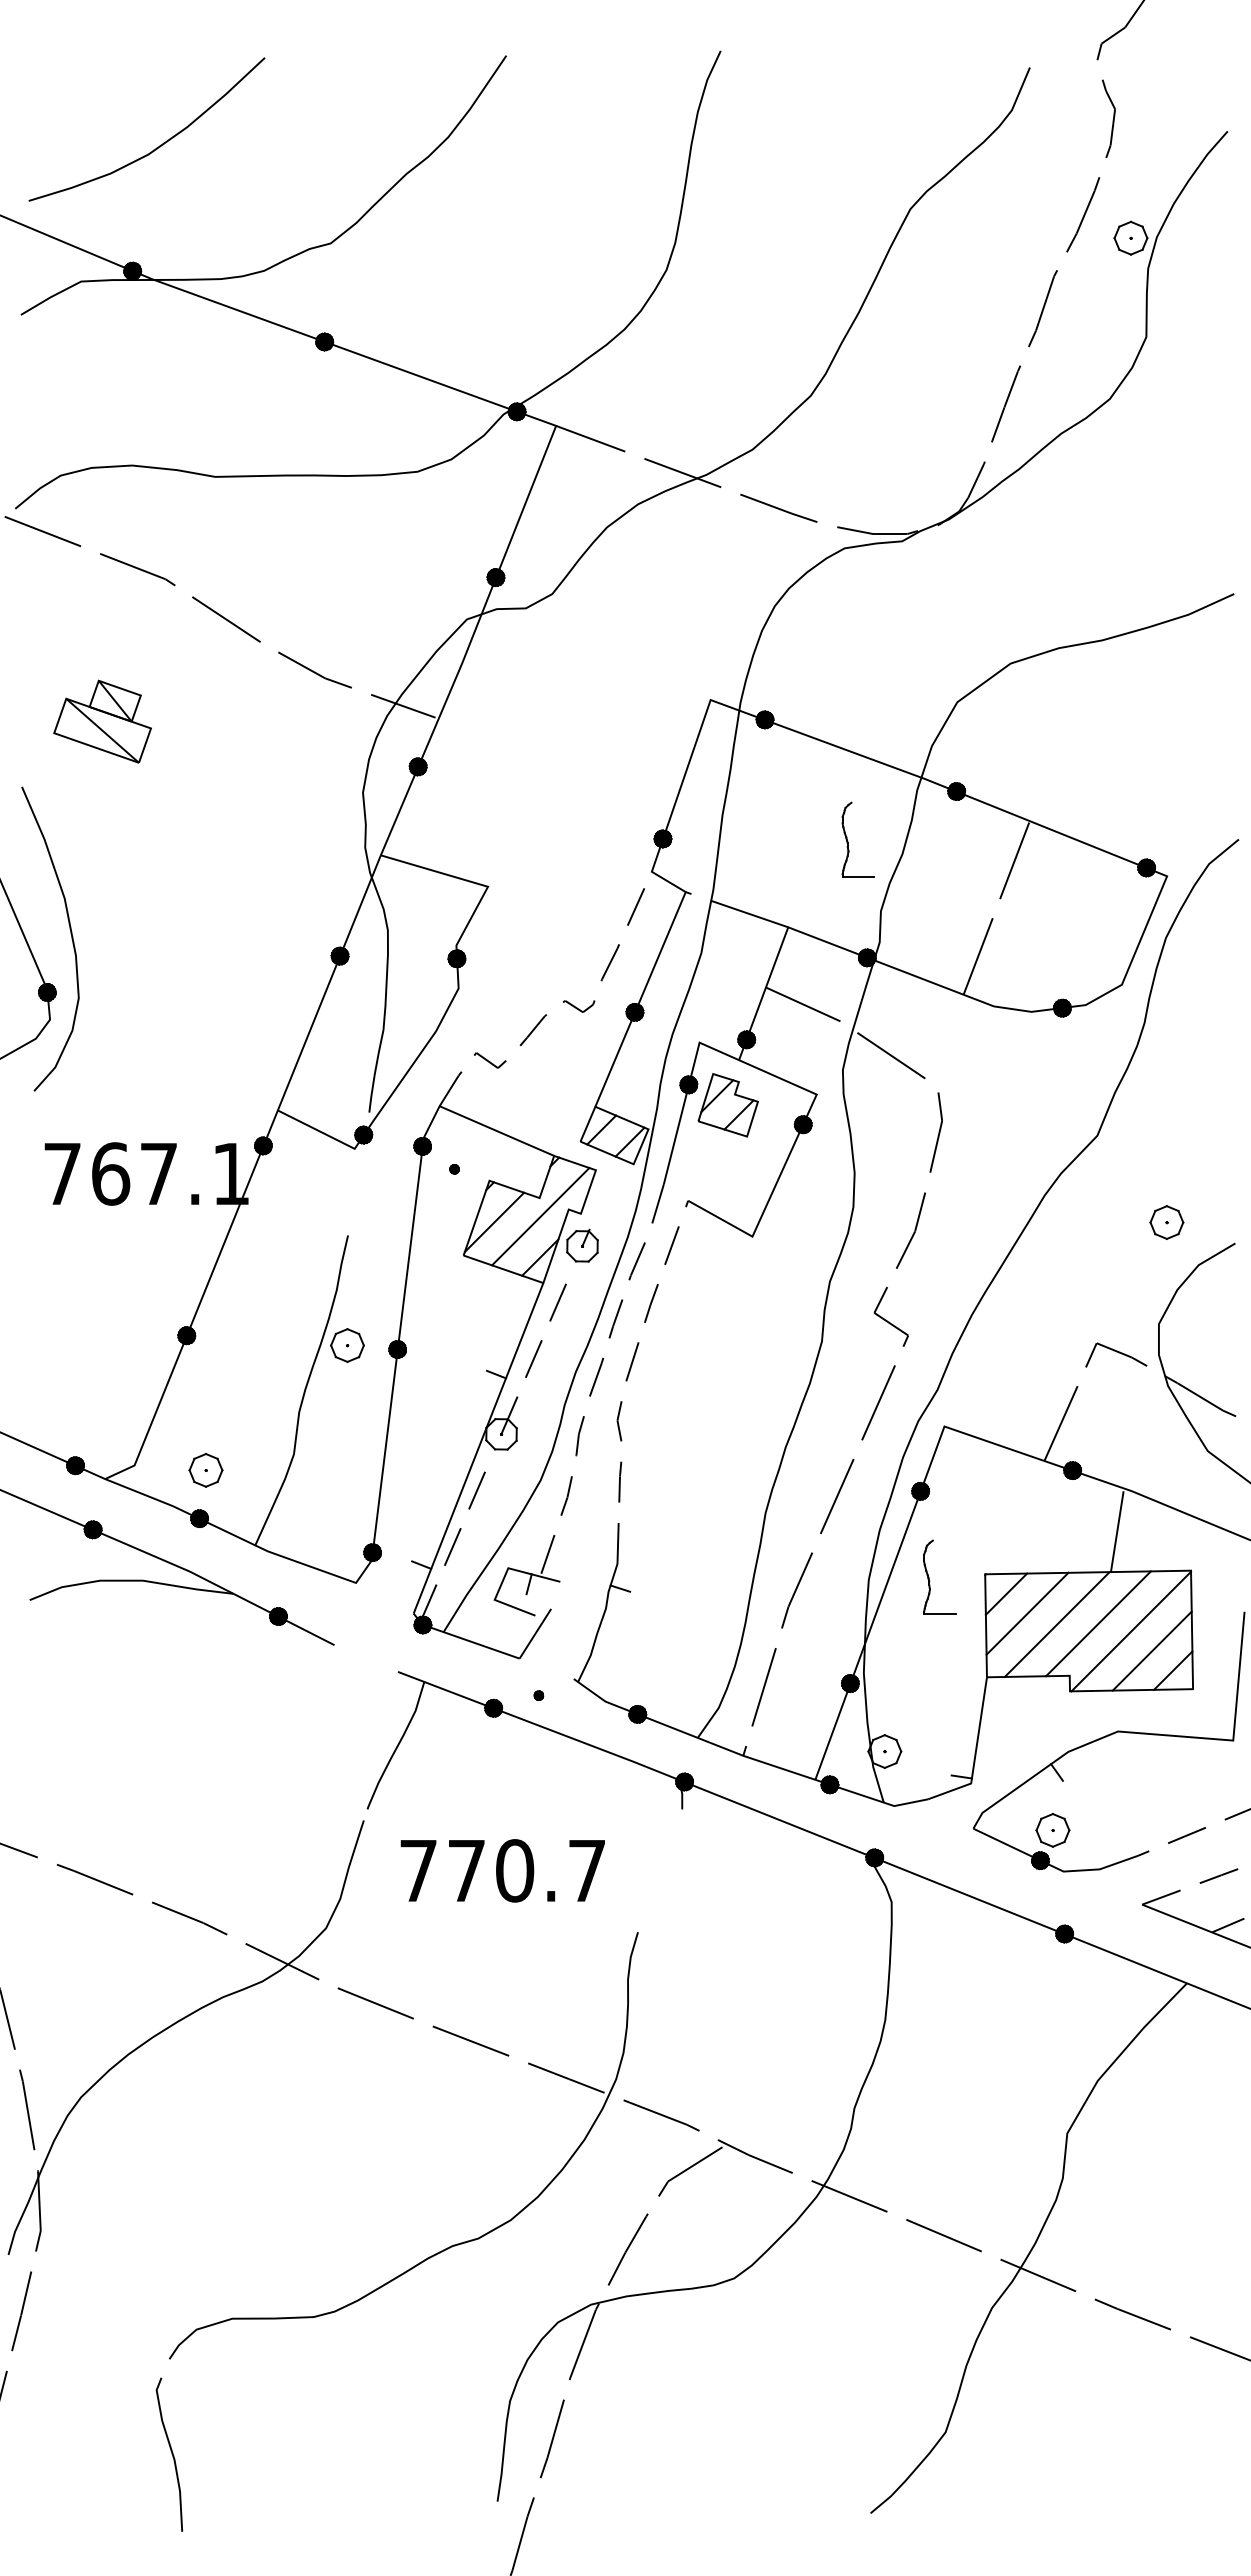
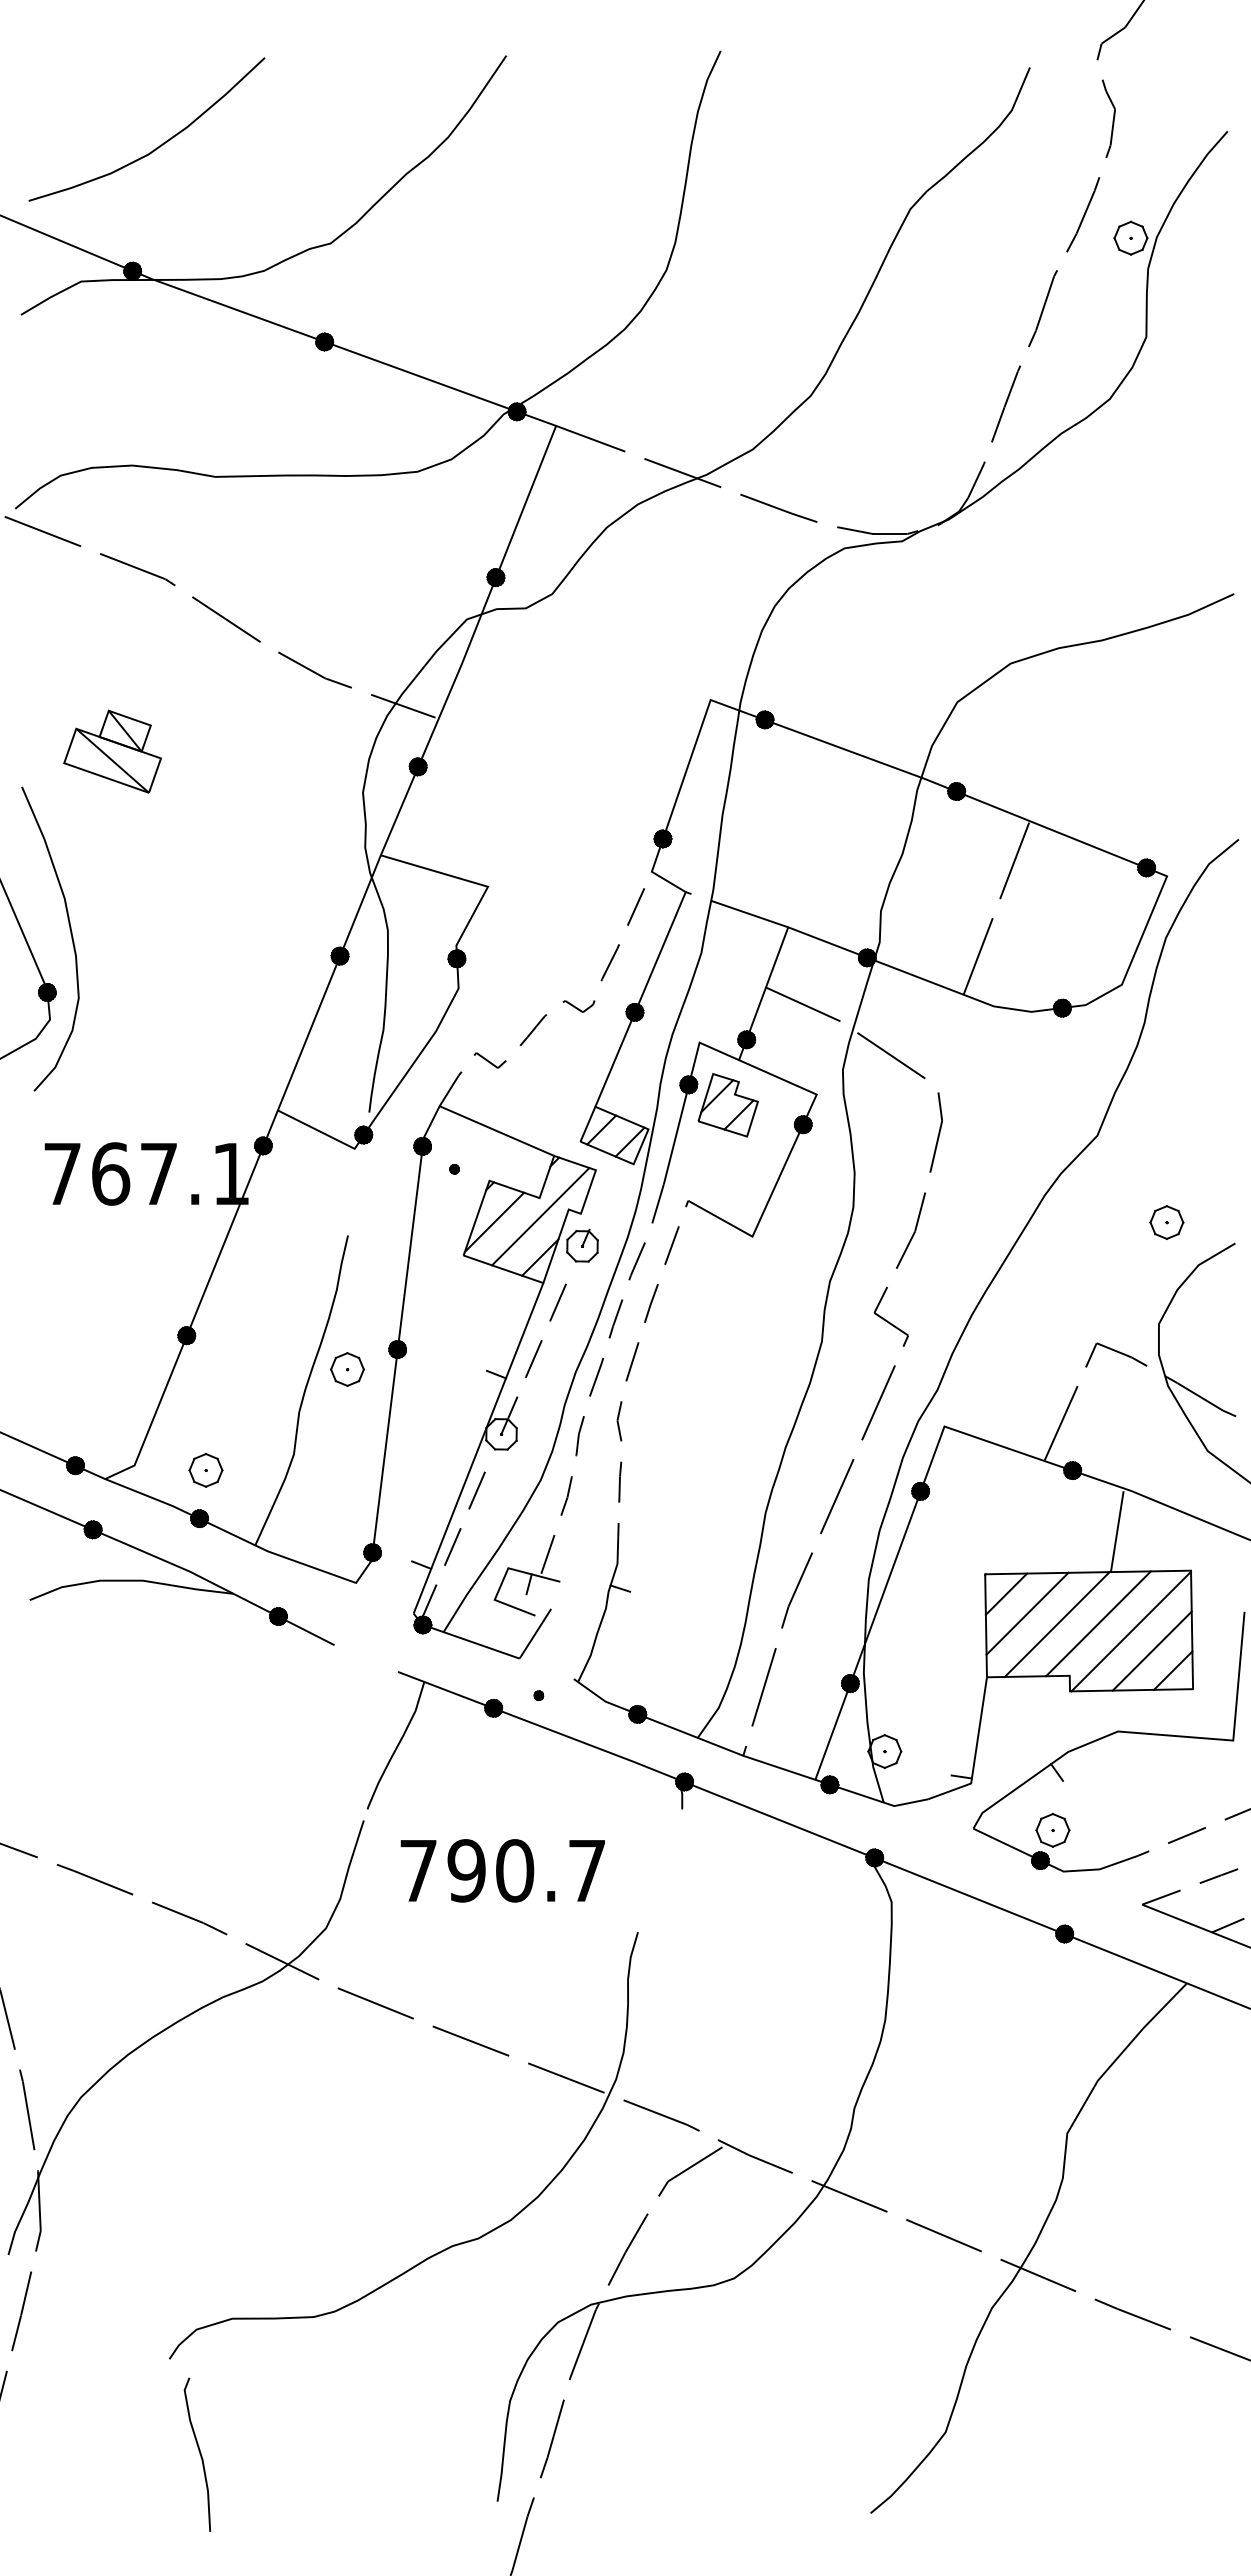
part at (102, 721) position: (102, 721) -> (112, 751)
part at (848, 841): present -> none
part at (347, 1345) position: (347, 1345) -> (347, 1369)
part at (929, 1577): present -> none
text at (466, 1870): 770.7 -> 790.7
curve at (171, 2454) position: (171, 2454) -> (199, 2454)
